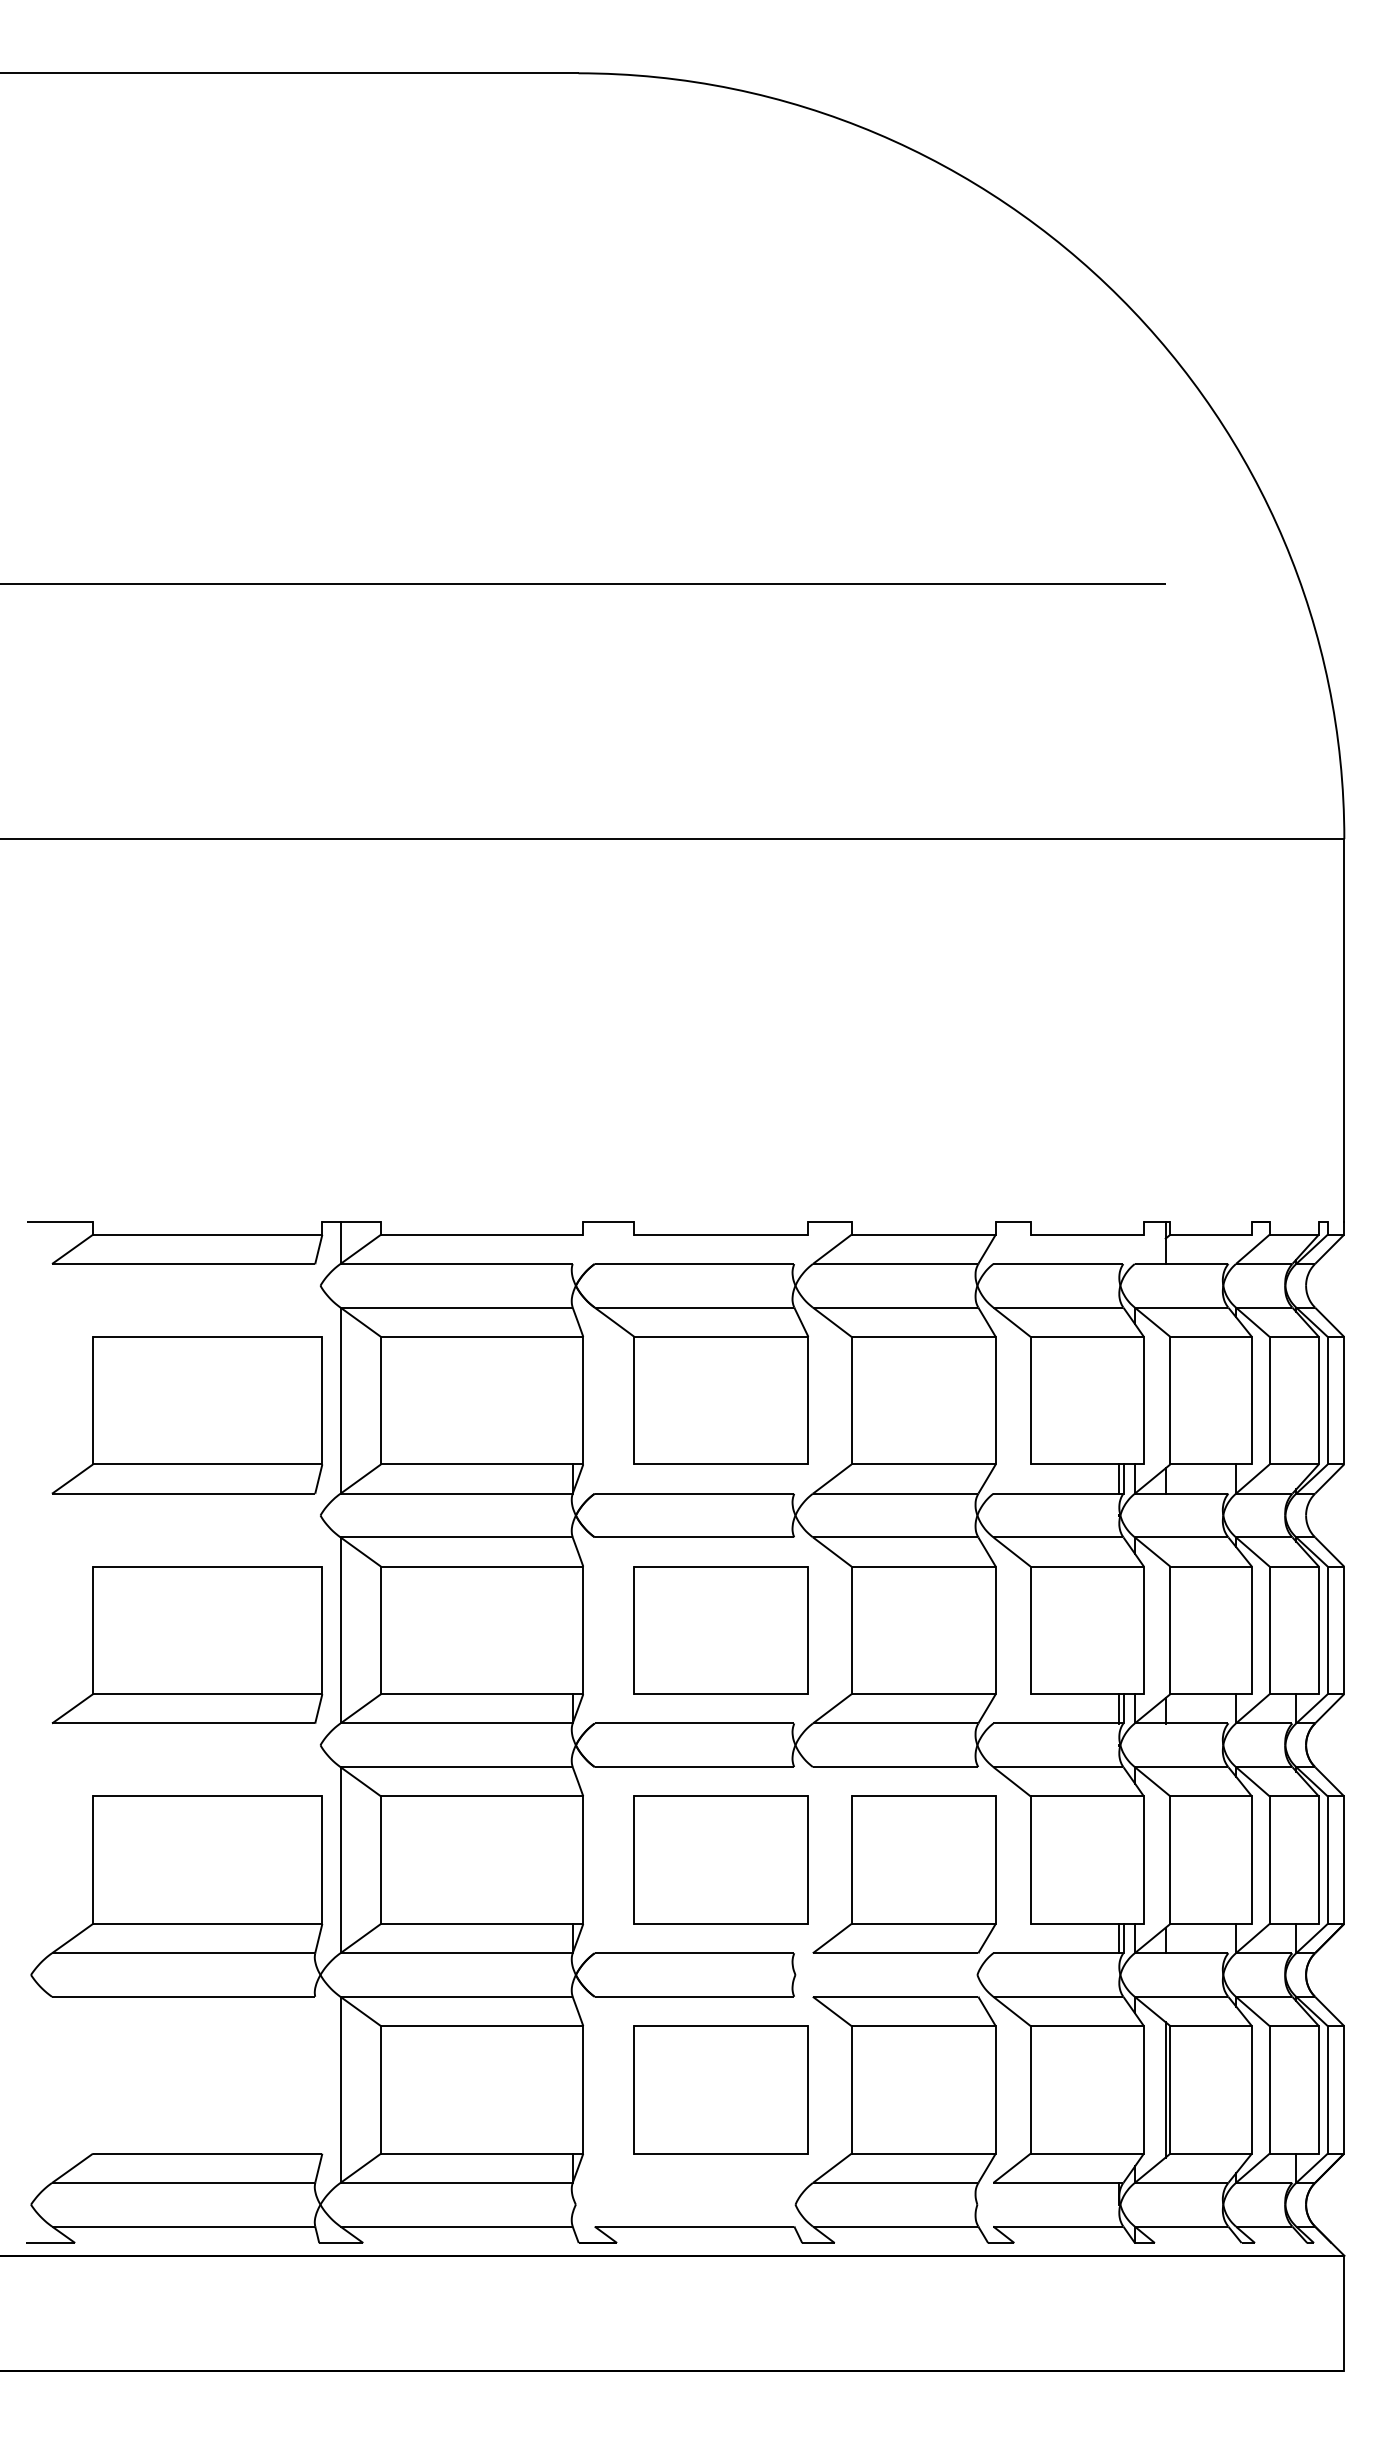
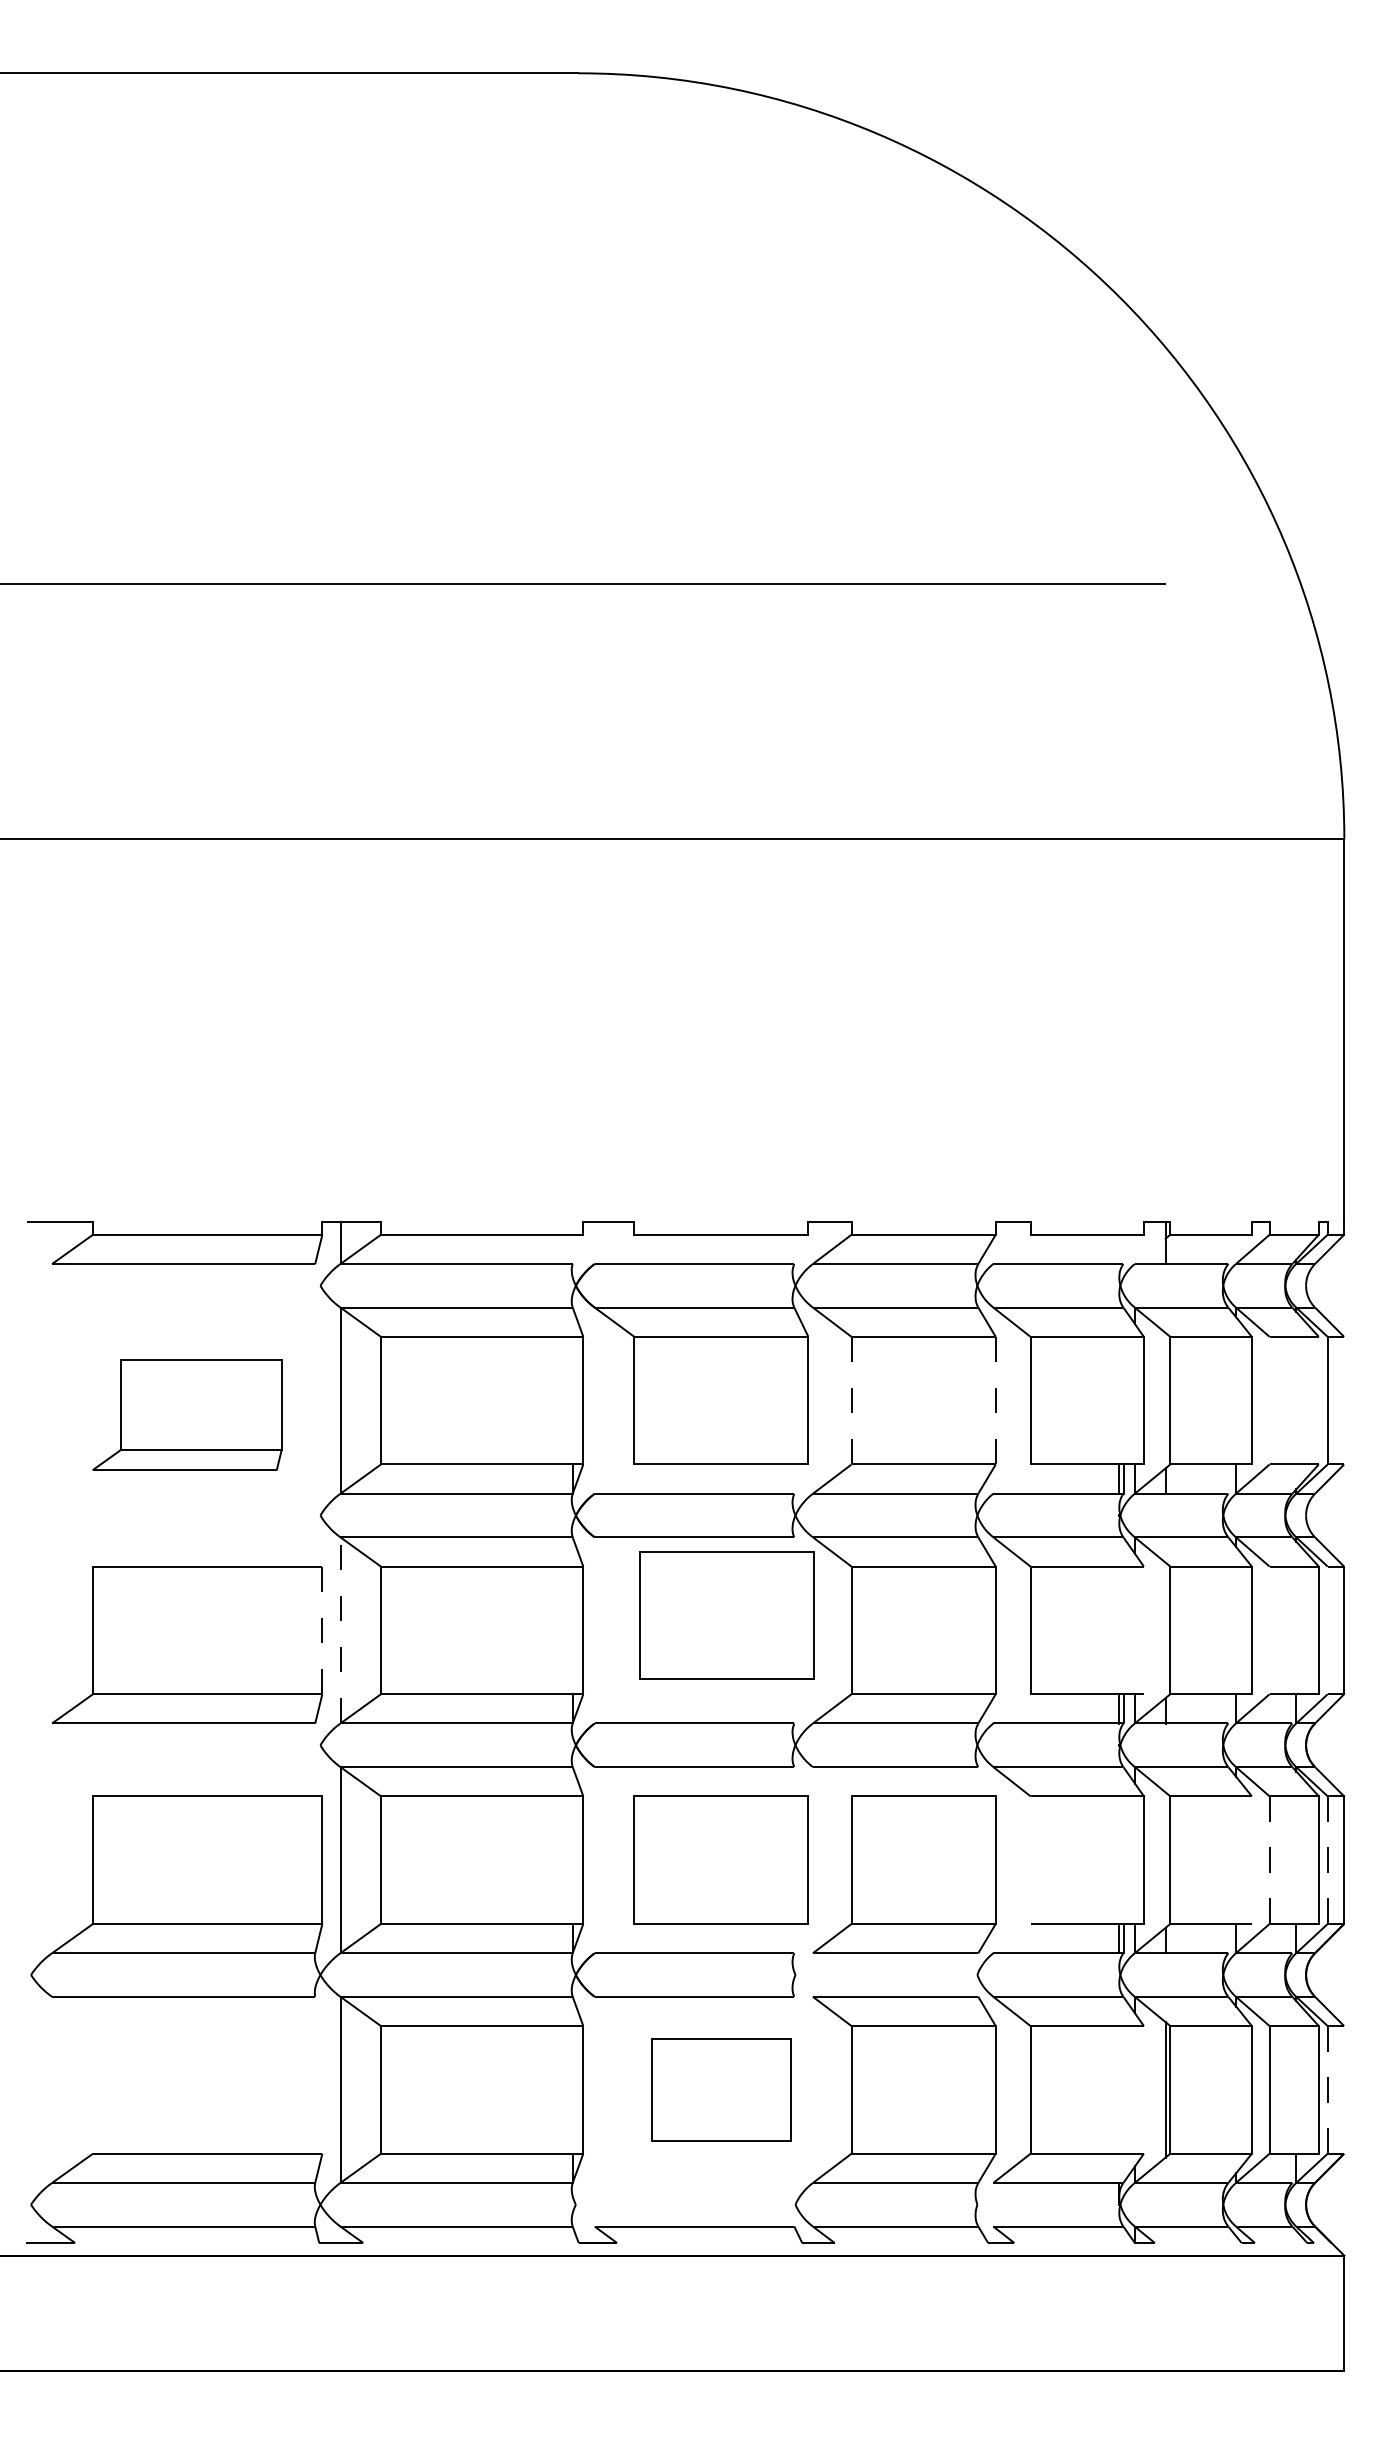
line at (851, 1400): solid -> dashed
line at (995, 1400): solid -> dashed
line at (1269, 1400): present -> none
line at (1318, 1400): present -> none
line at (1344, 1400): present -> none
part at (186, 1415) size: 272x159 px -> 191x112 px
line at (322, 1630): solid -> dashed
line at (340, 1630): solid -> dashed
part at (720, 1630) position: (720, 1630) -> (726, 1615)
line at (1143, 1630): present -> none
line at (1269, 1630): present -> none
line at (1327, 1630): present -> none
line at (1030, 1859): present -> none
line at (1251, 1859): present -> none
line at (1269, 1860): solid -> dashed
line at (1327, 1860): solid -> dashed
part at (720, 2089) size: 176x130 px -> 141x104 px
line at (1143, 2089): present -> none
line at (1327, 2089): solid -> dashed
line at (1344, 2089): present -> none
